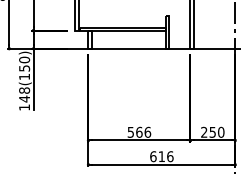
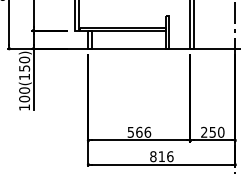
text at (24, 94): 148(150) -> 100(150)
text at (153, 156): 616 -> 816
